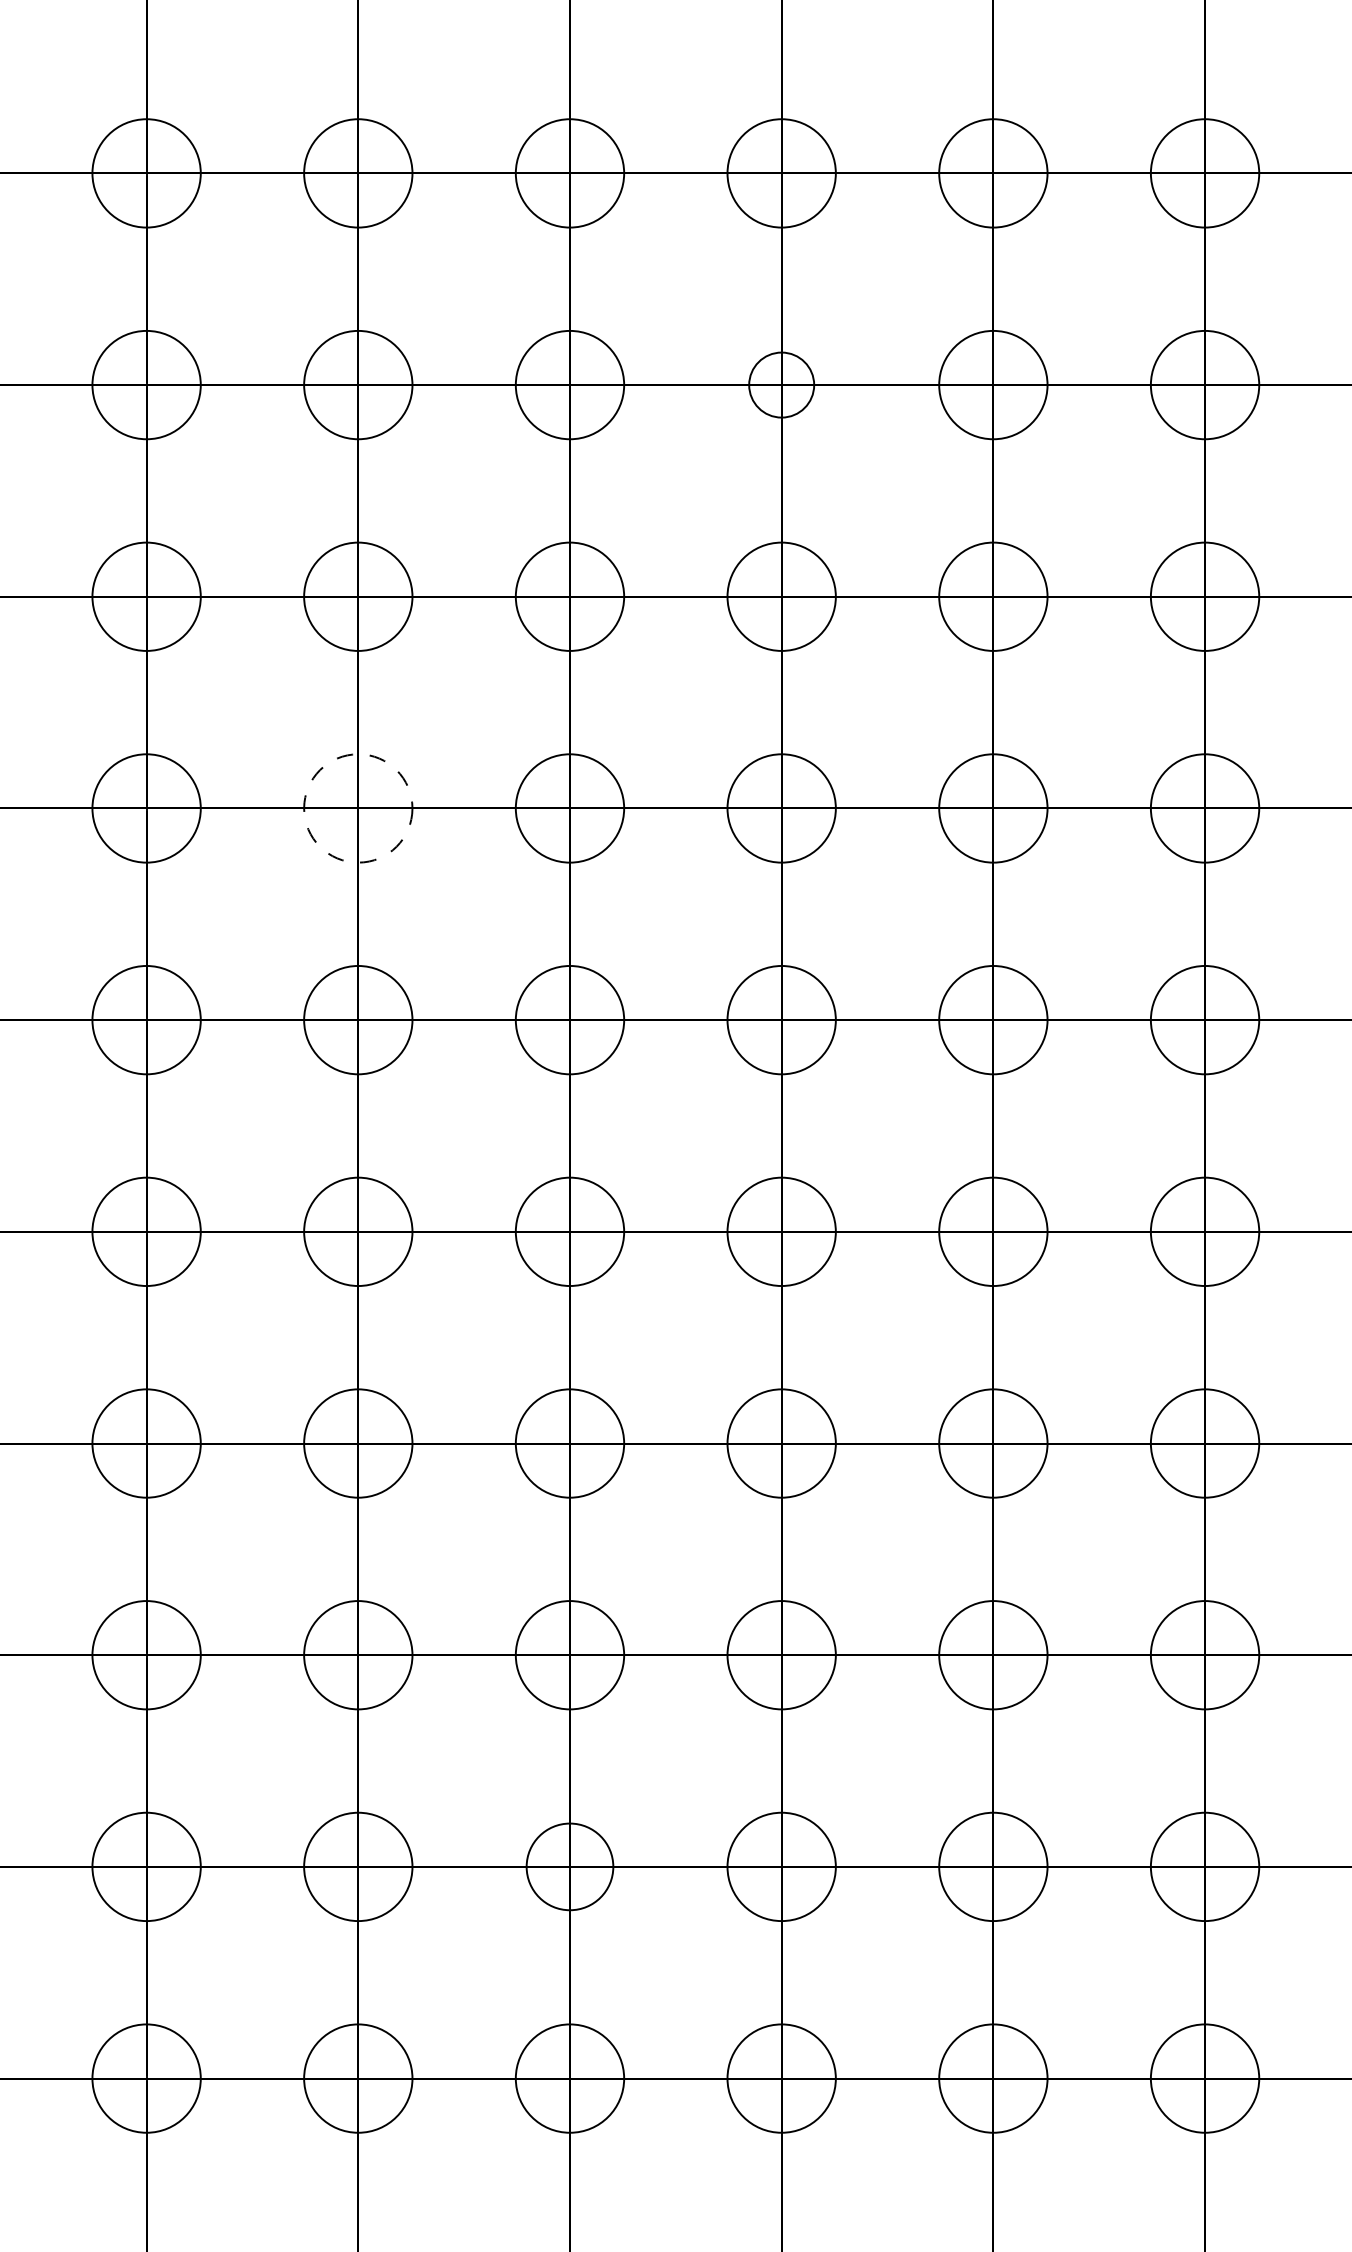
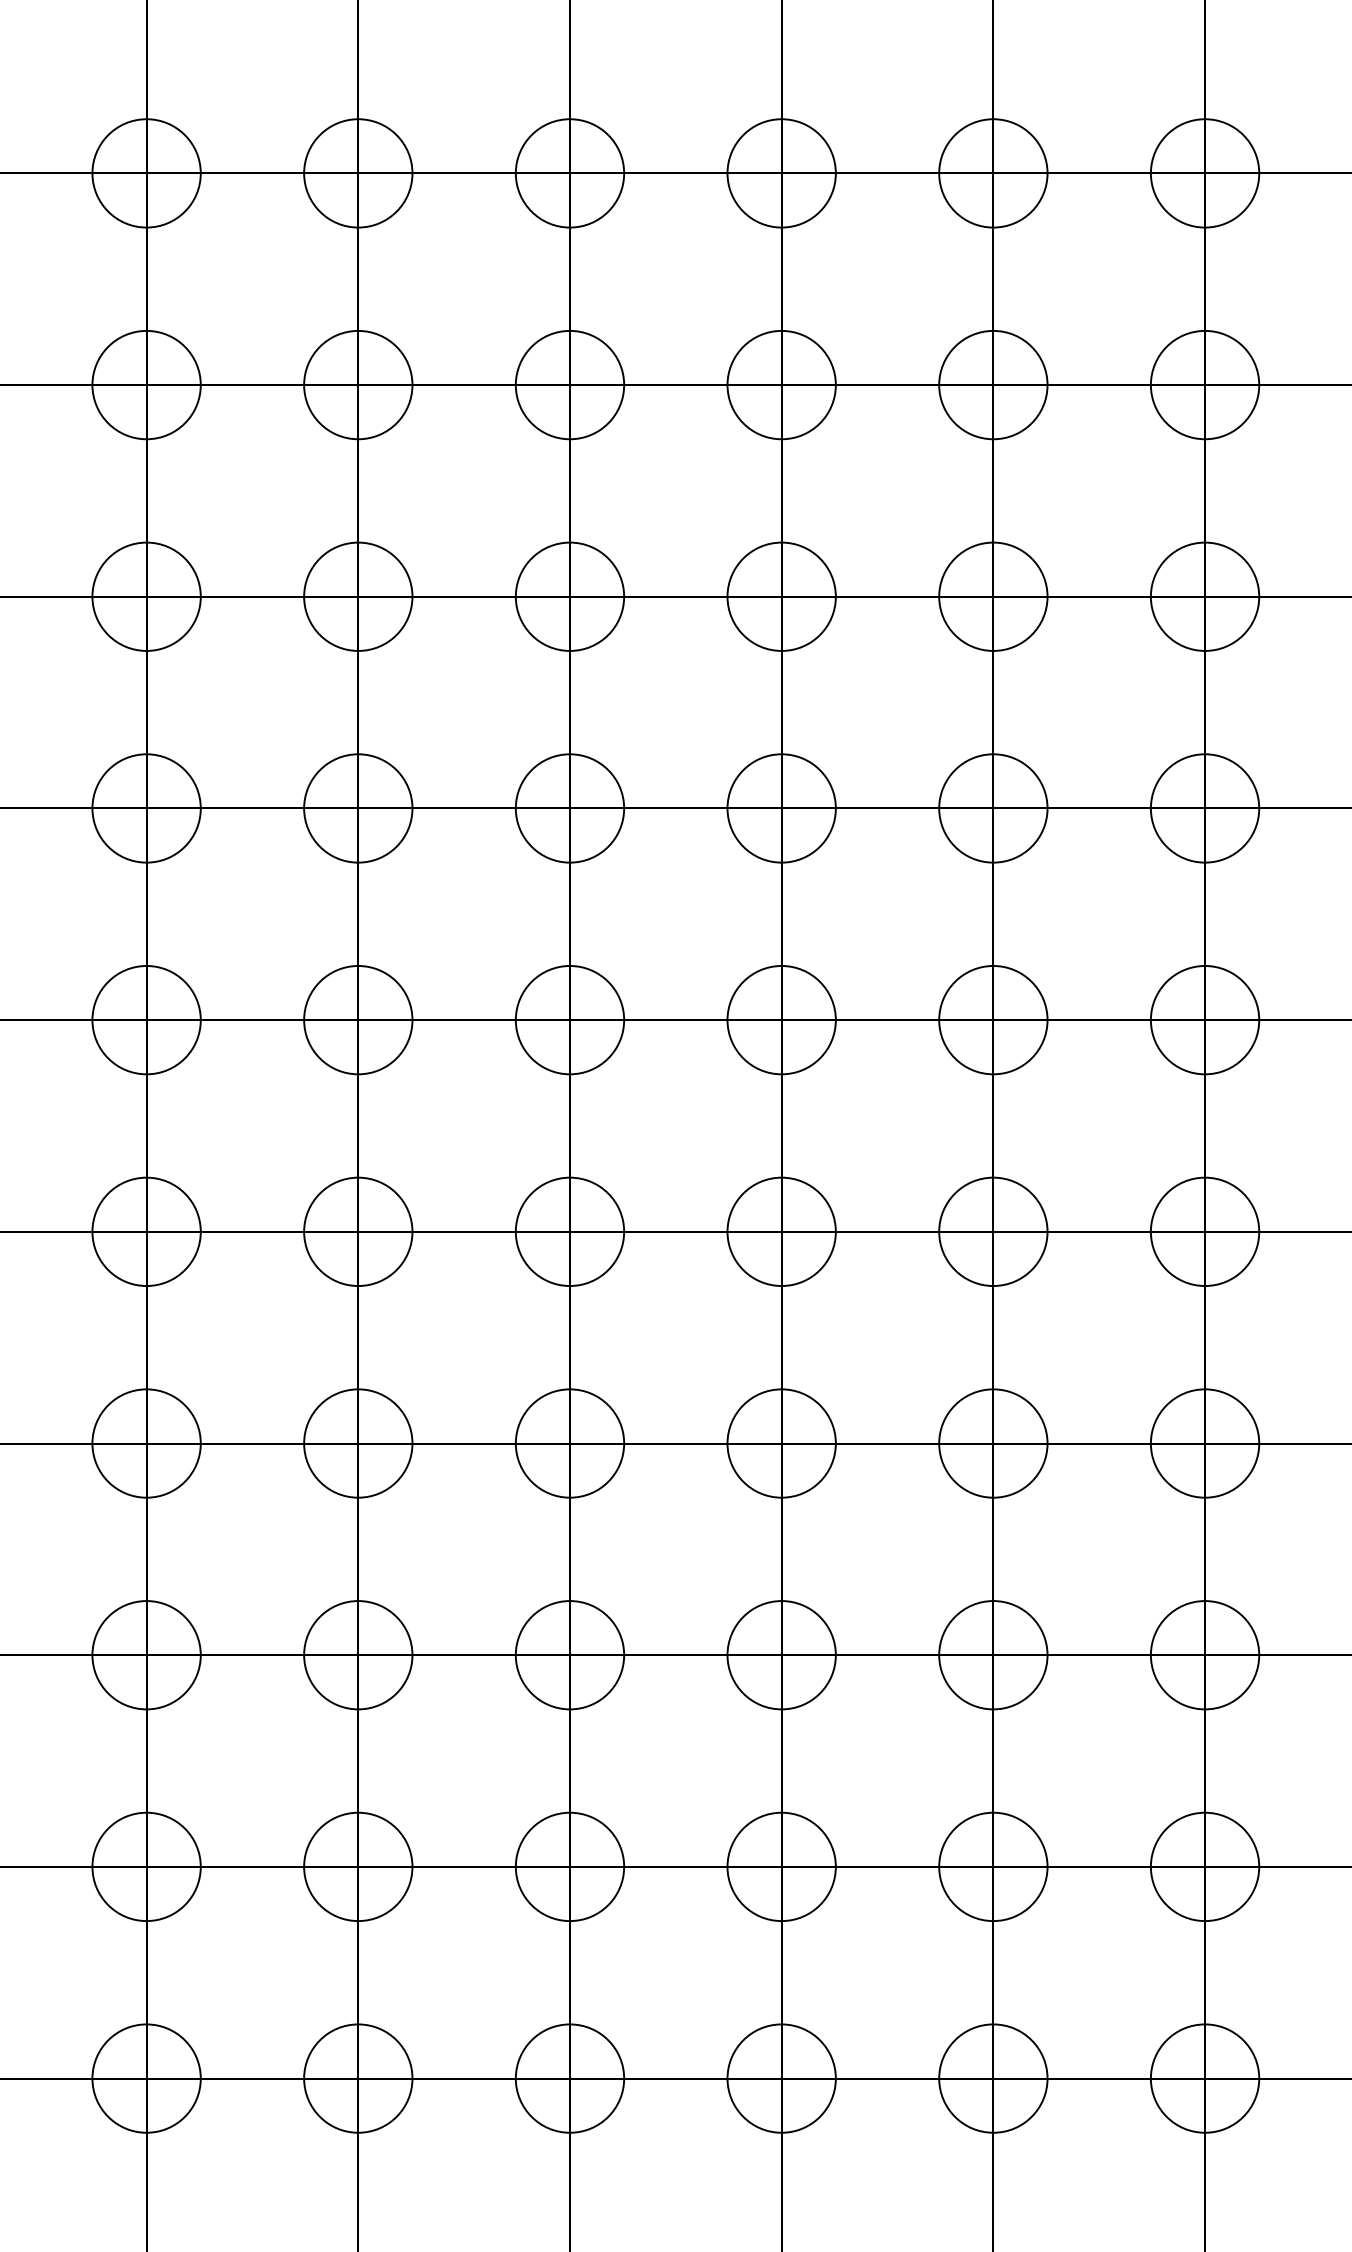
circle at (781, 384) diameter: 65 px -> 108 px
circle at (358, 808): dashed -> solid
circle at (569, 1866) diameter: 87 px -> 108 px
